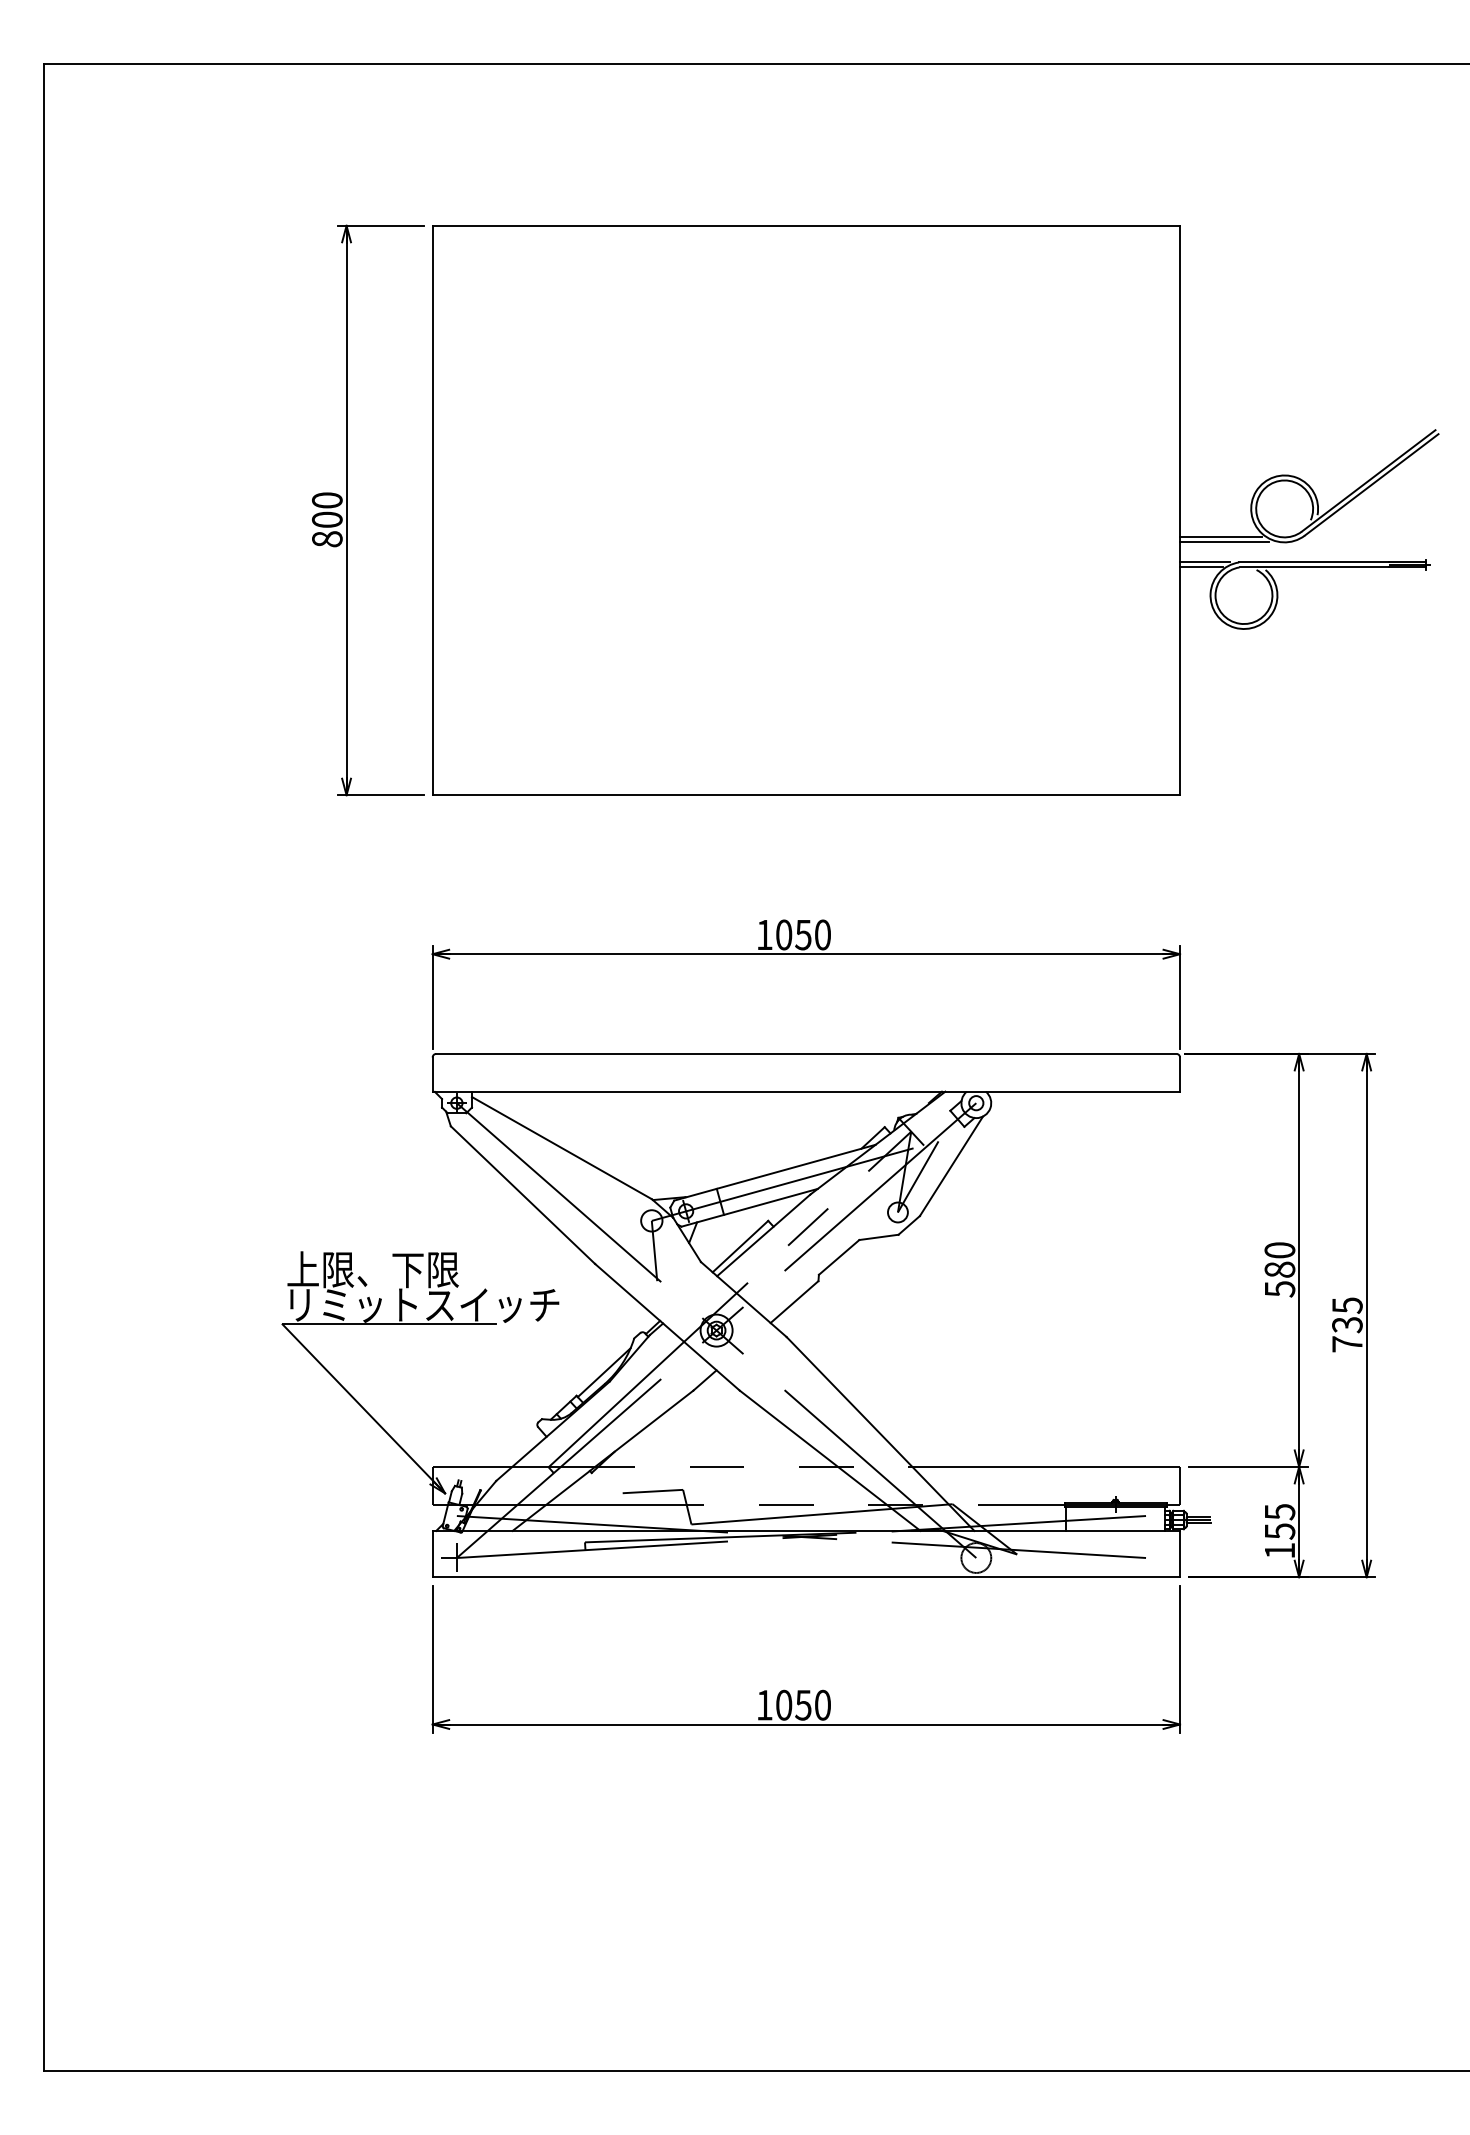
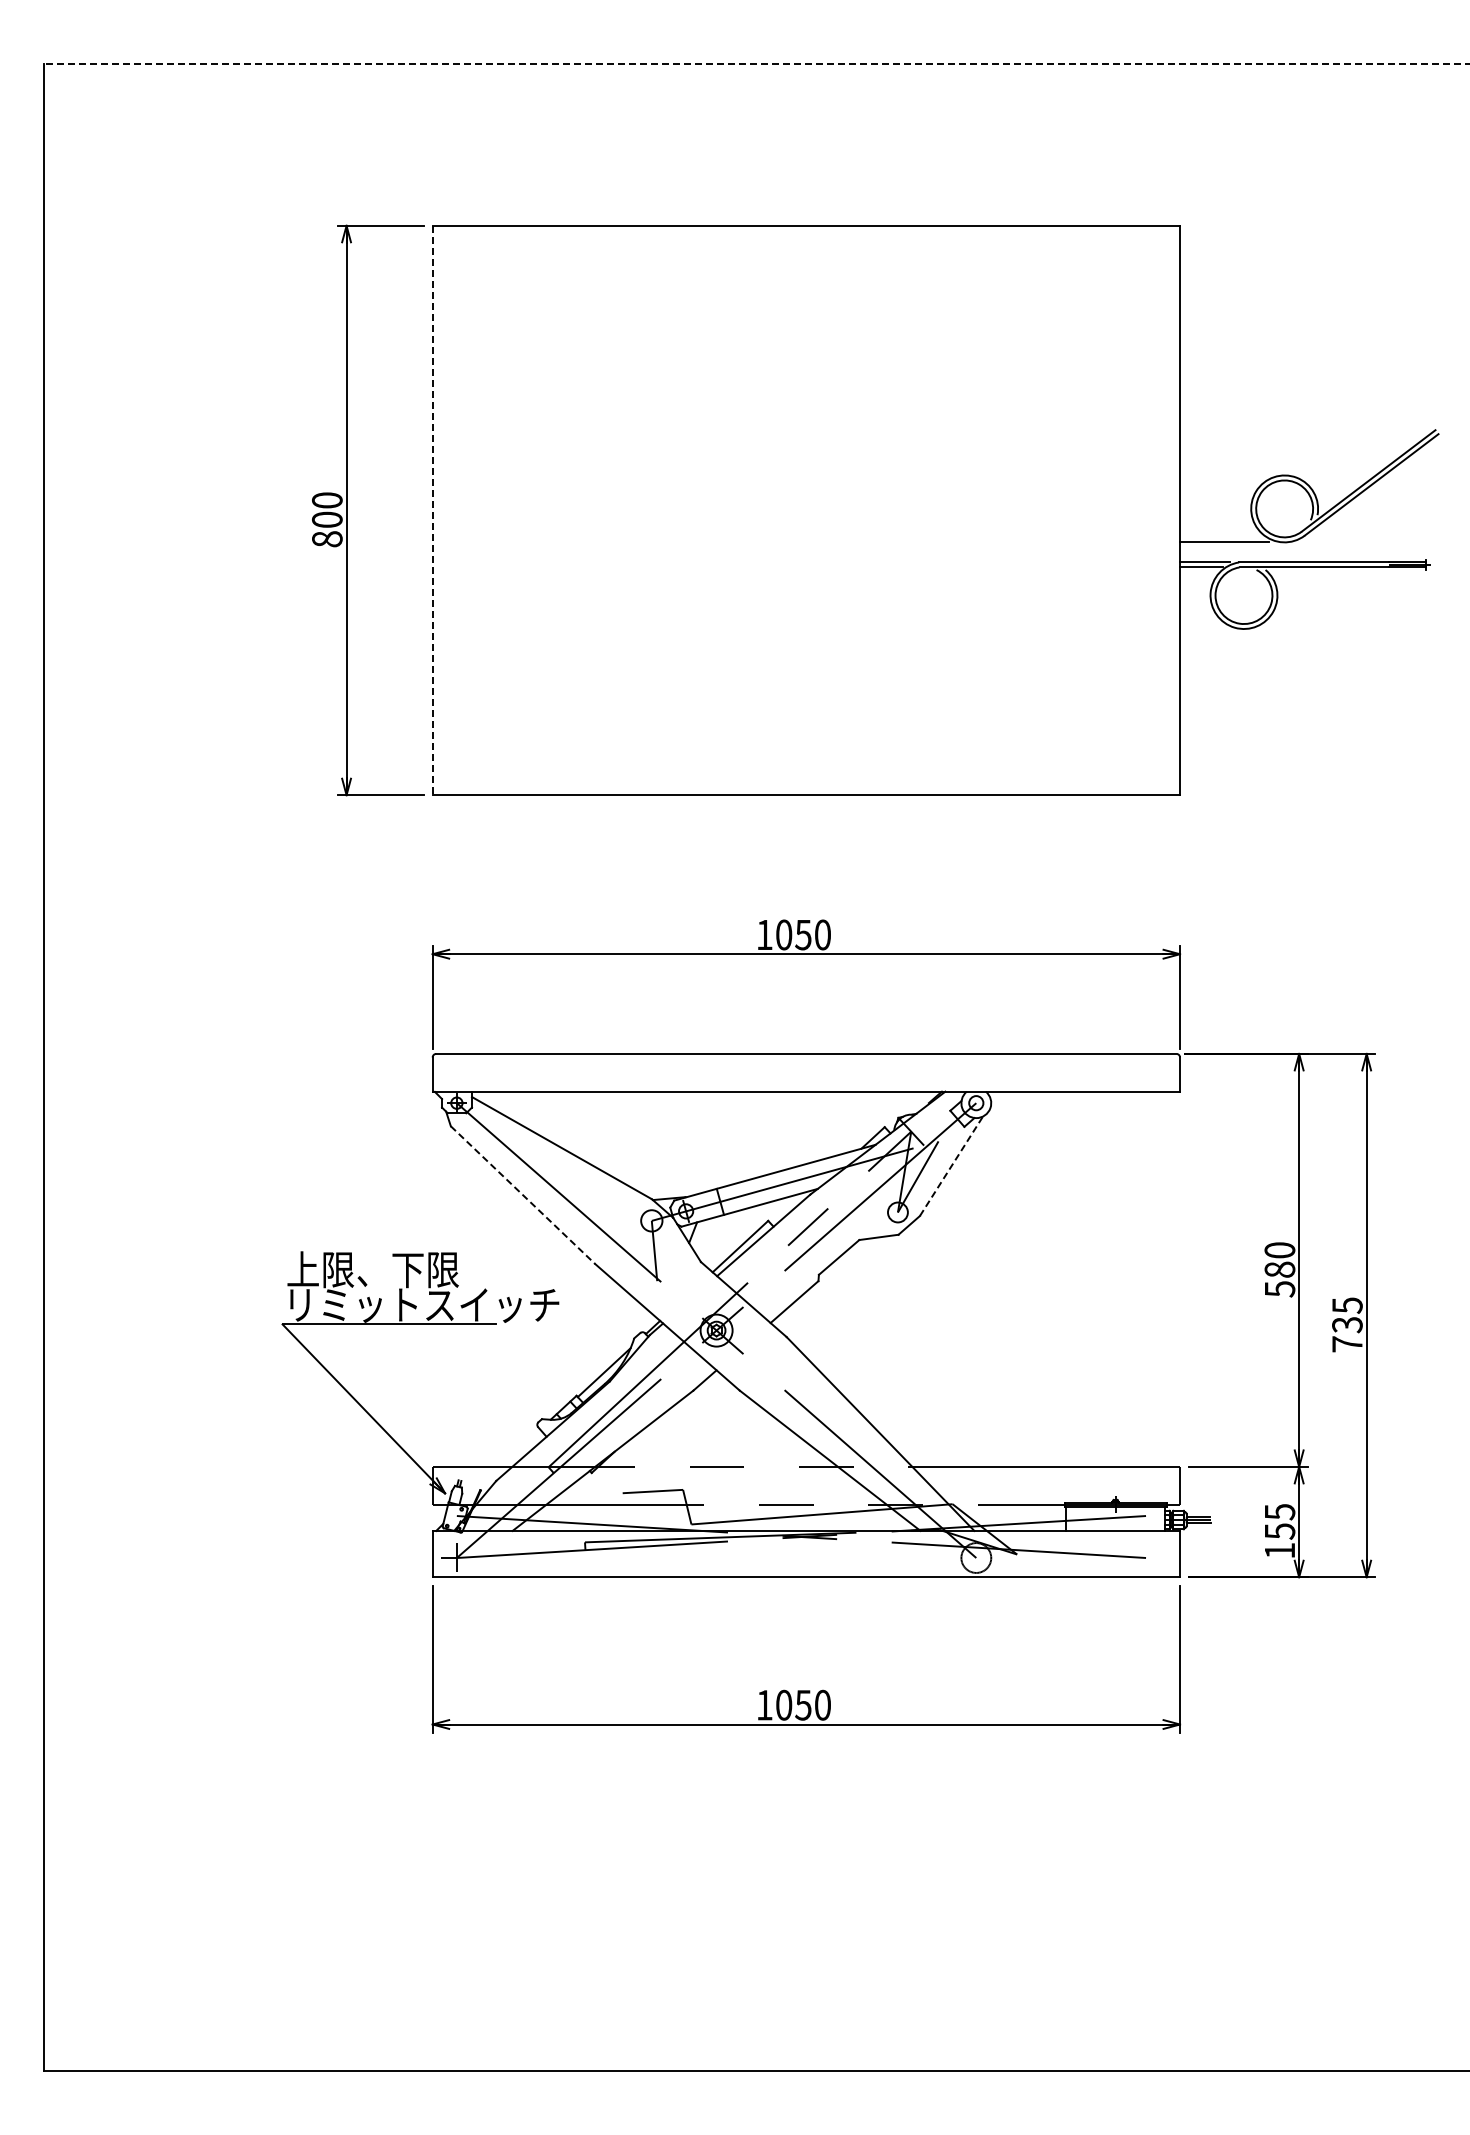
line at (756, 64): solid -> dashed
line at (432, 510): solid -> dashed
line at (1221, 537): present -> none
line at (951, 1166): solid -> dashed
line at (523, 1195): solid -> dashed
